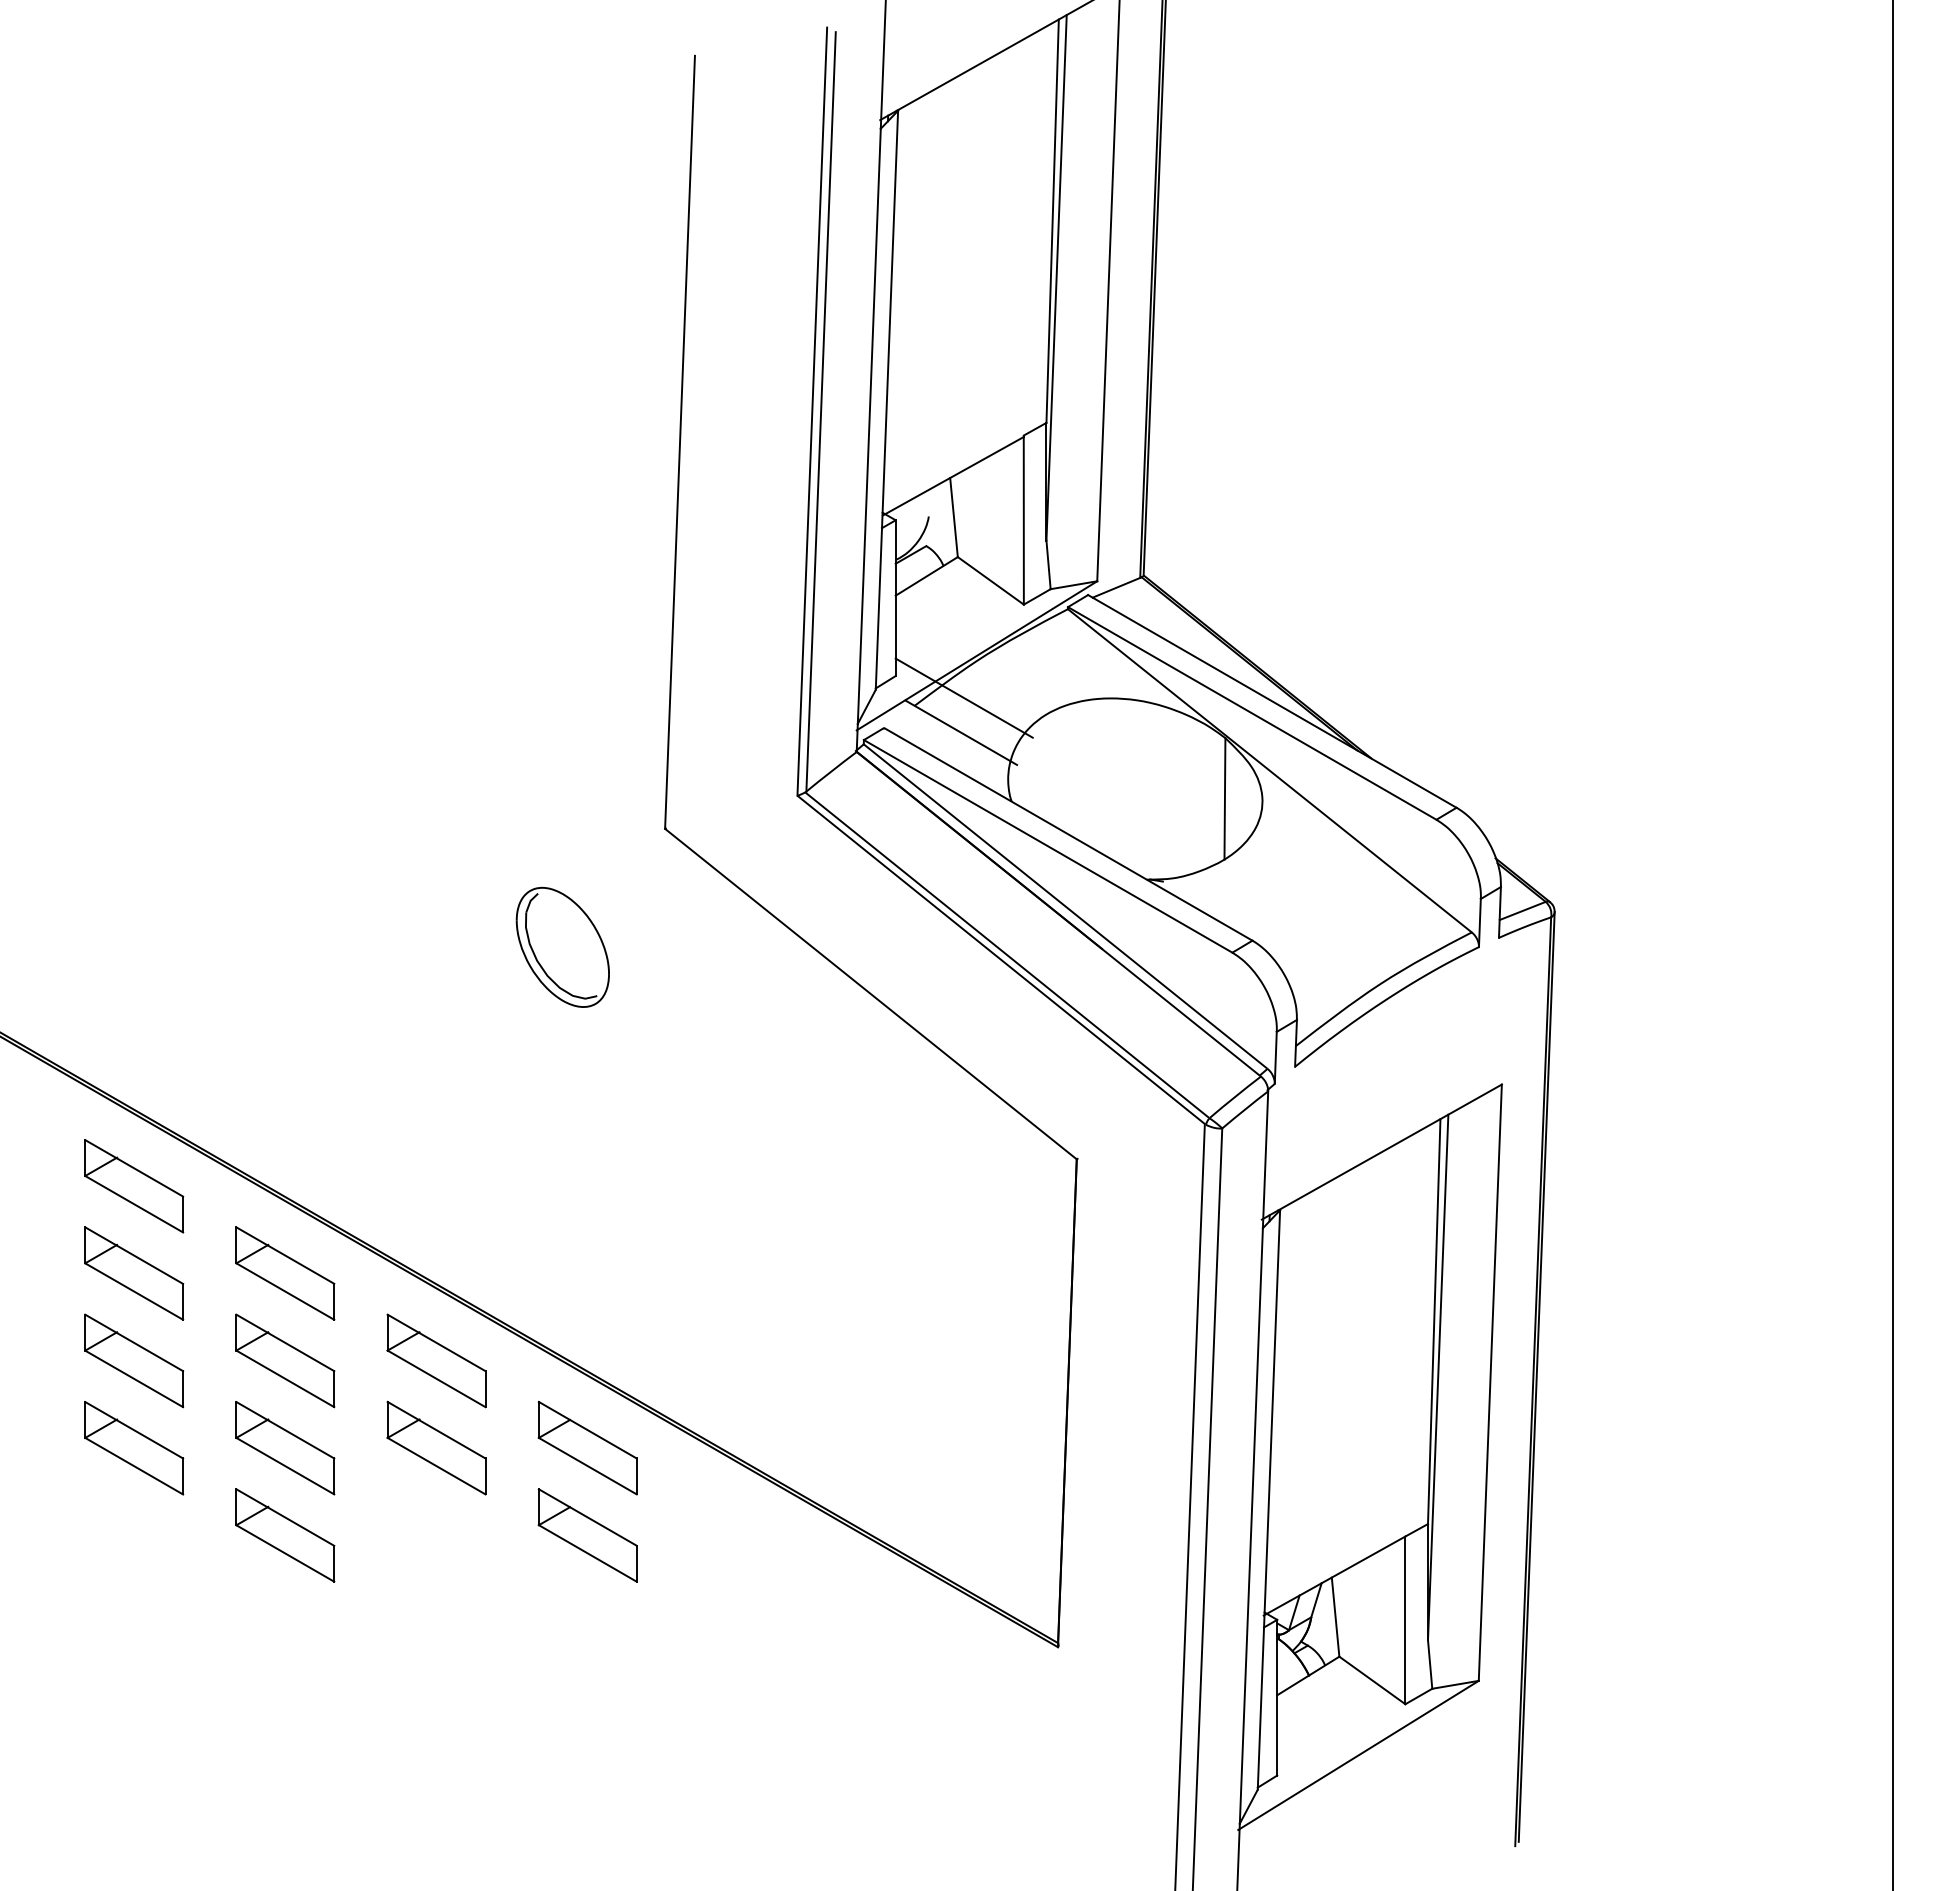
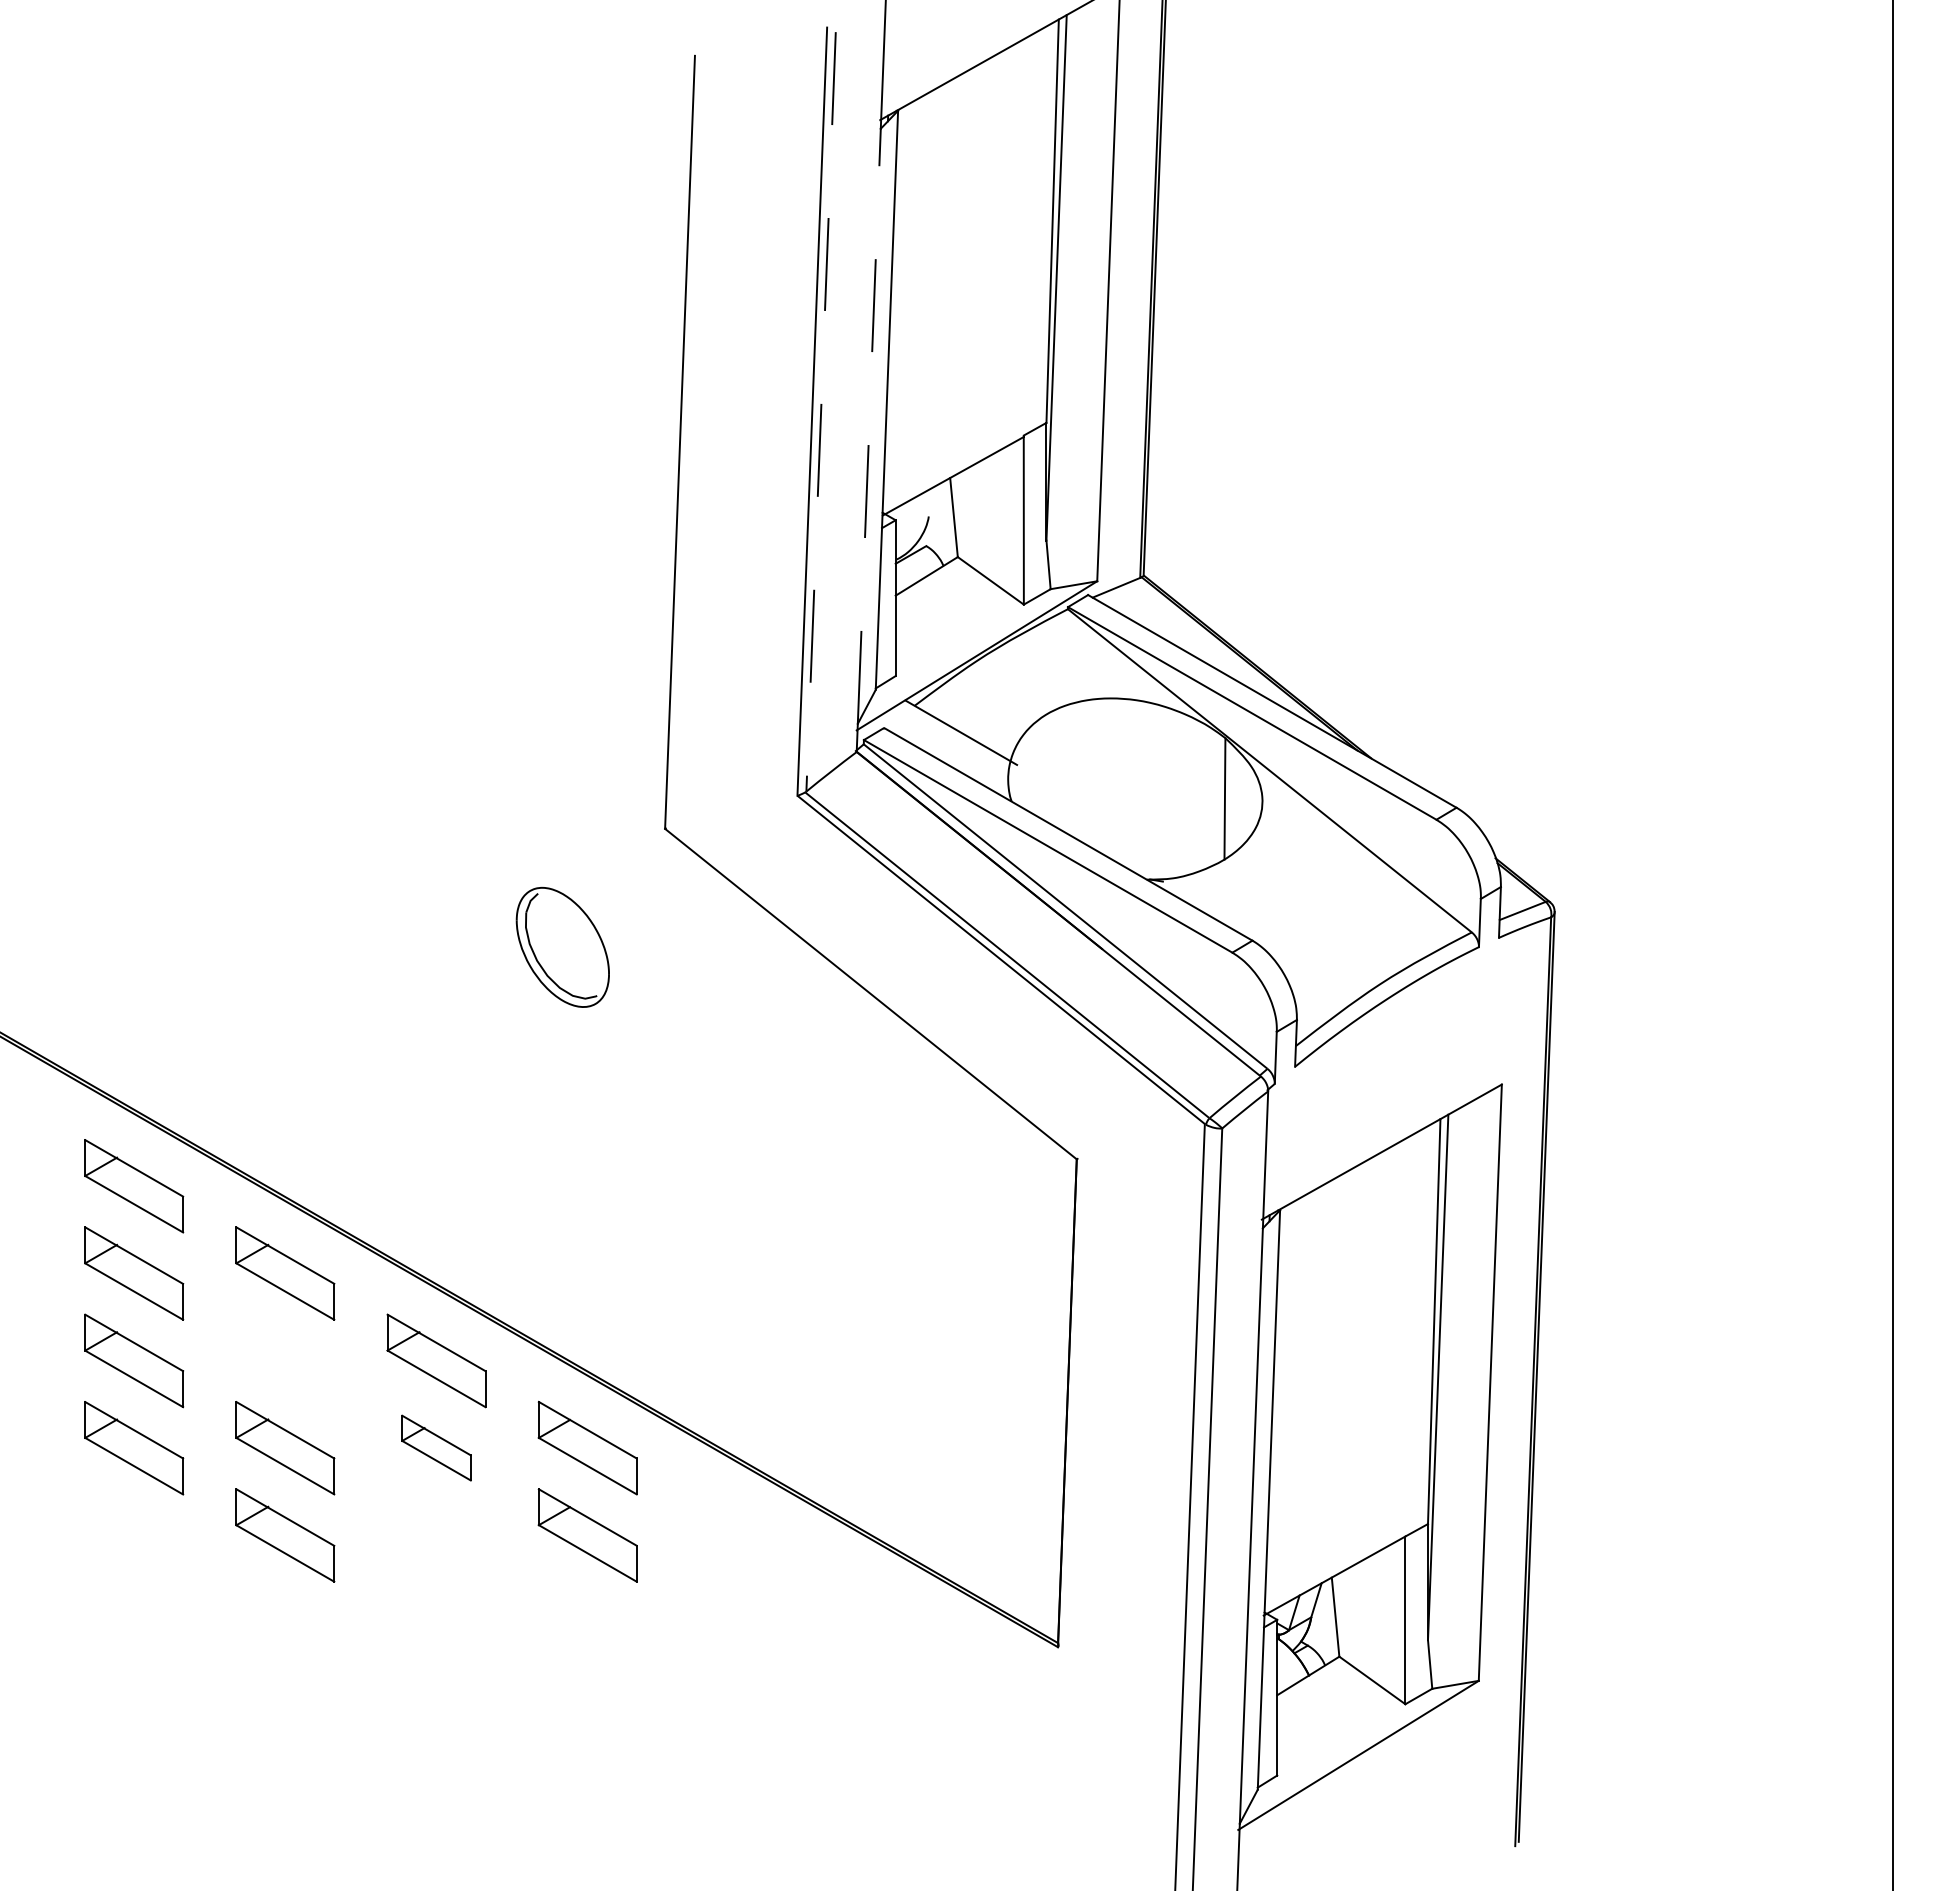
line at (821, 412): solid -> dashed
line at (869, 426): solid -> dashed
line at (963, 697): present -> none
part at (285, 1360): present -> none
part at (436, 1447) size: 101x96 px -> 71x68 px
